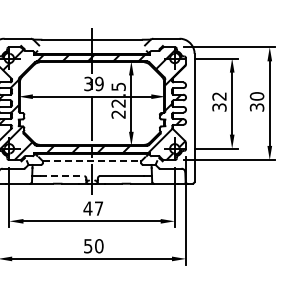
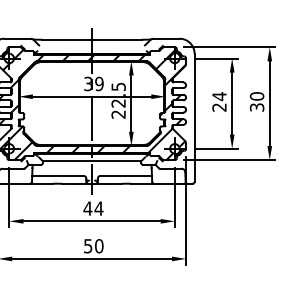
text at (219, 101): 32 -> 24
line at (92, 161): dashed -> solid
line at (62, 176): dashed -> solid
text at (98, 208): 47 -> 44
